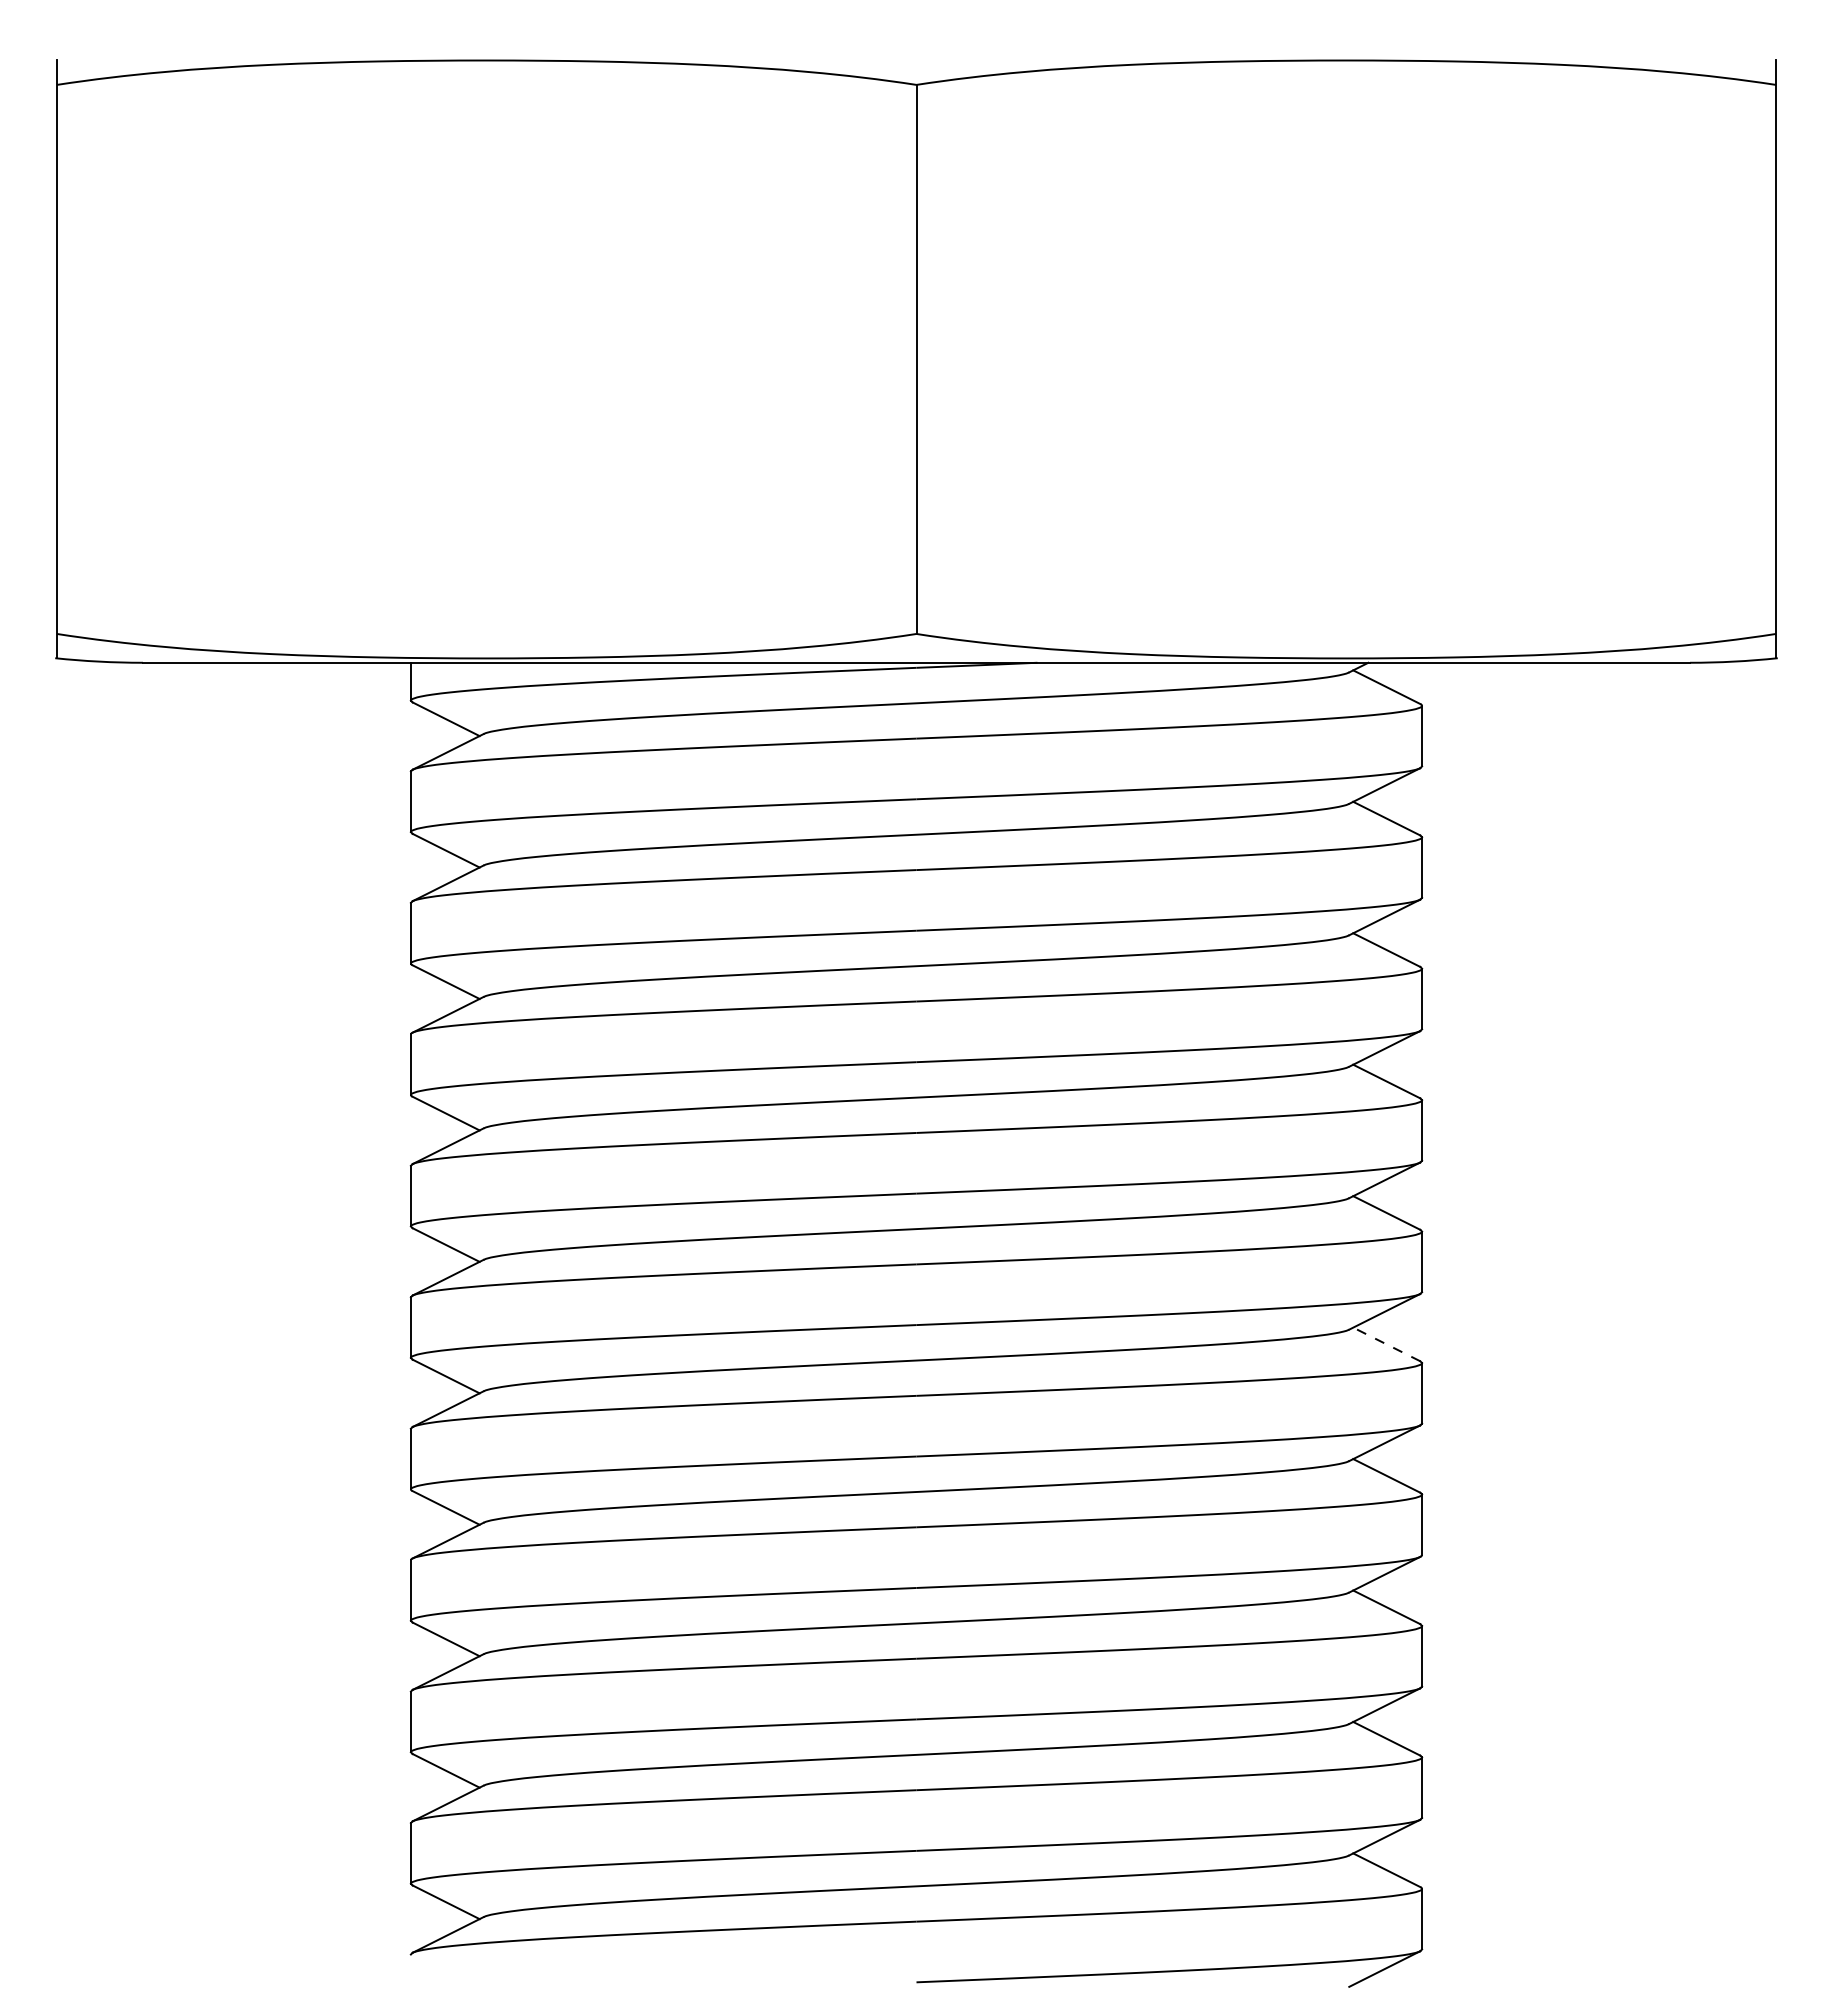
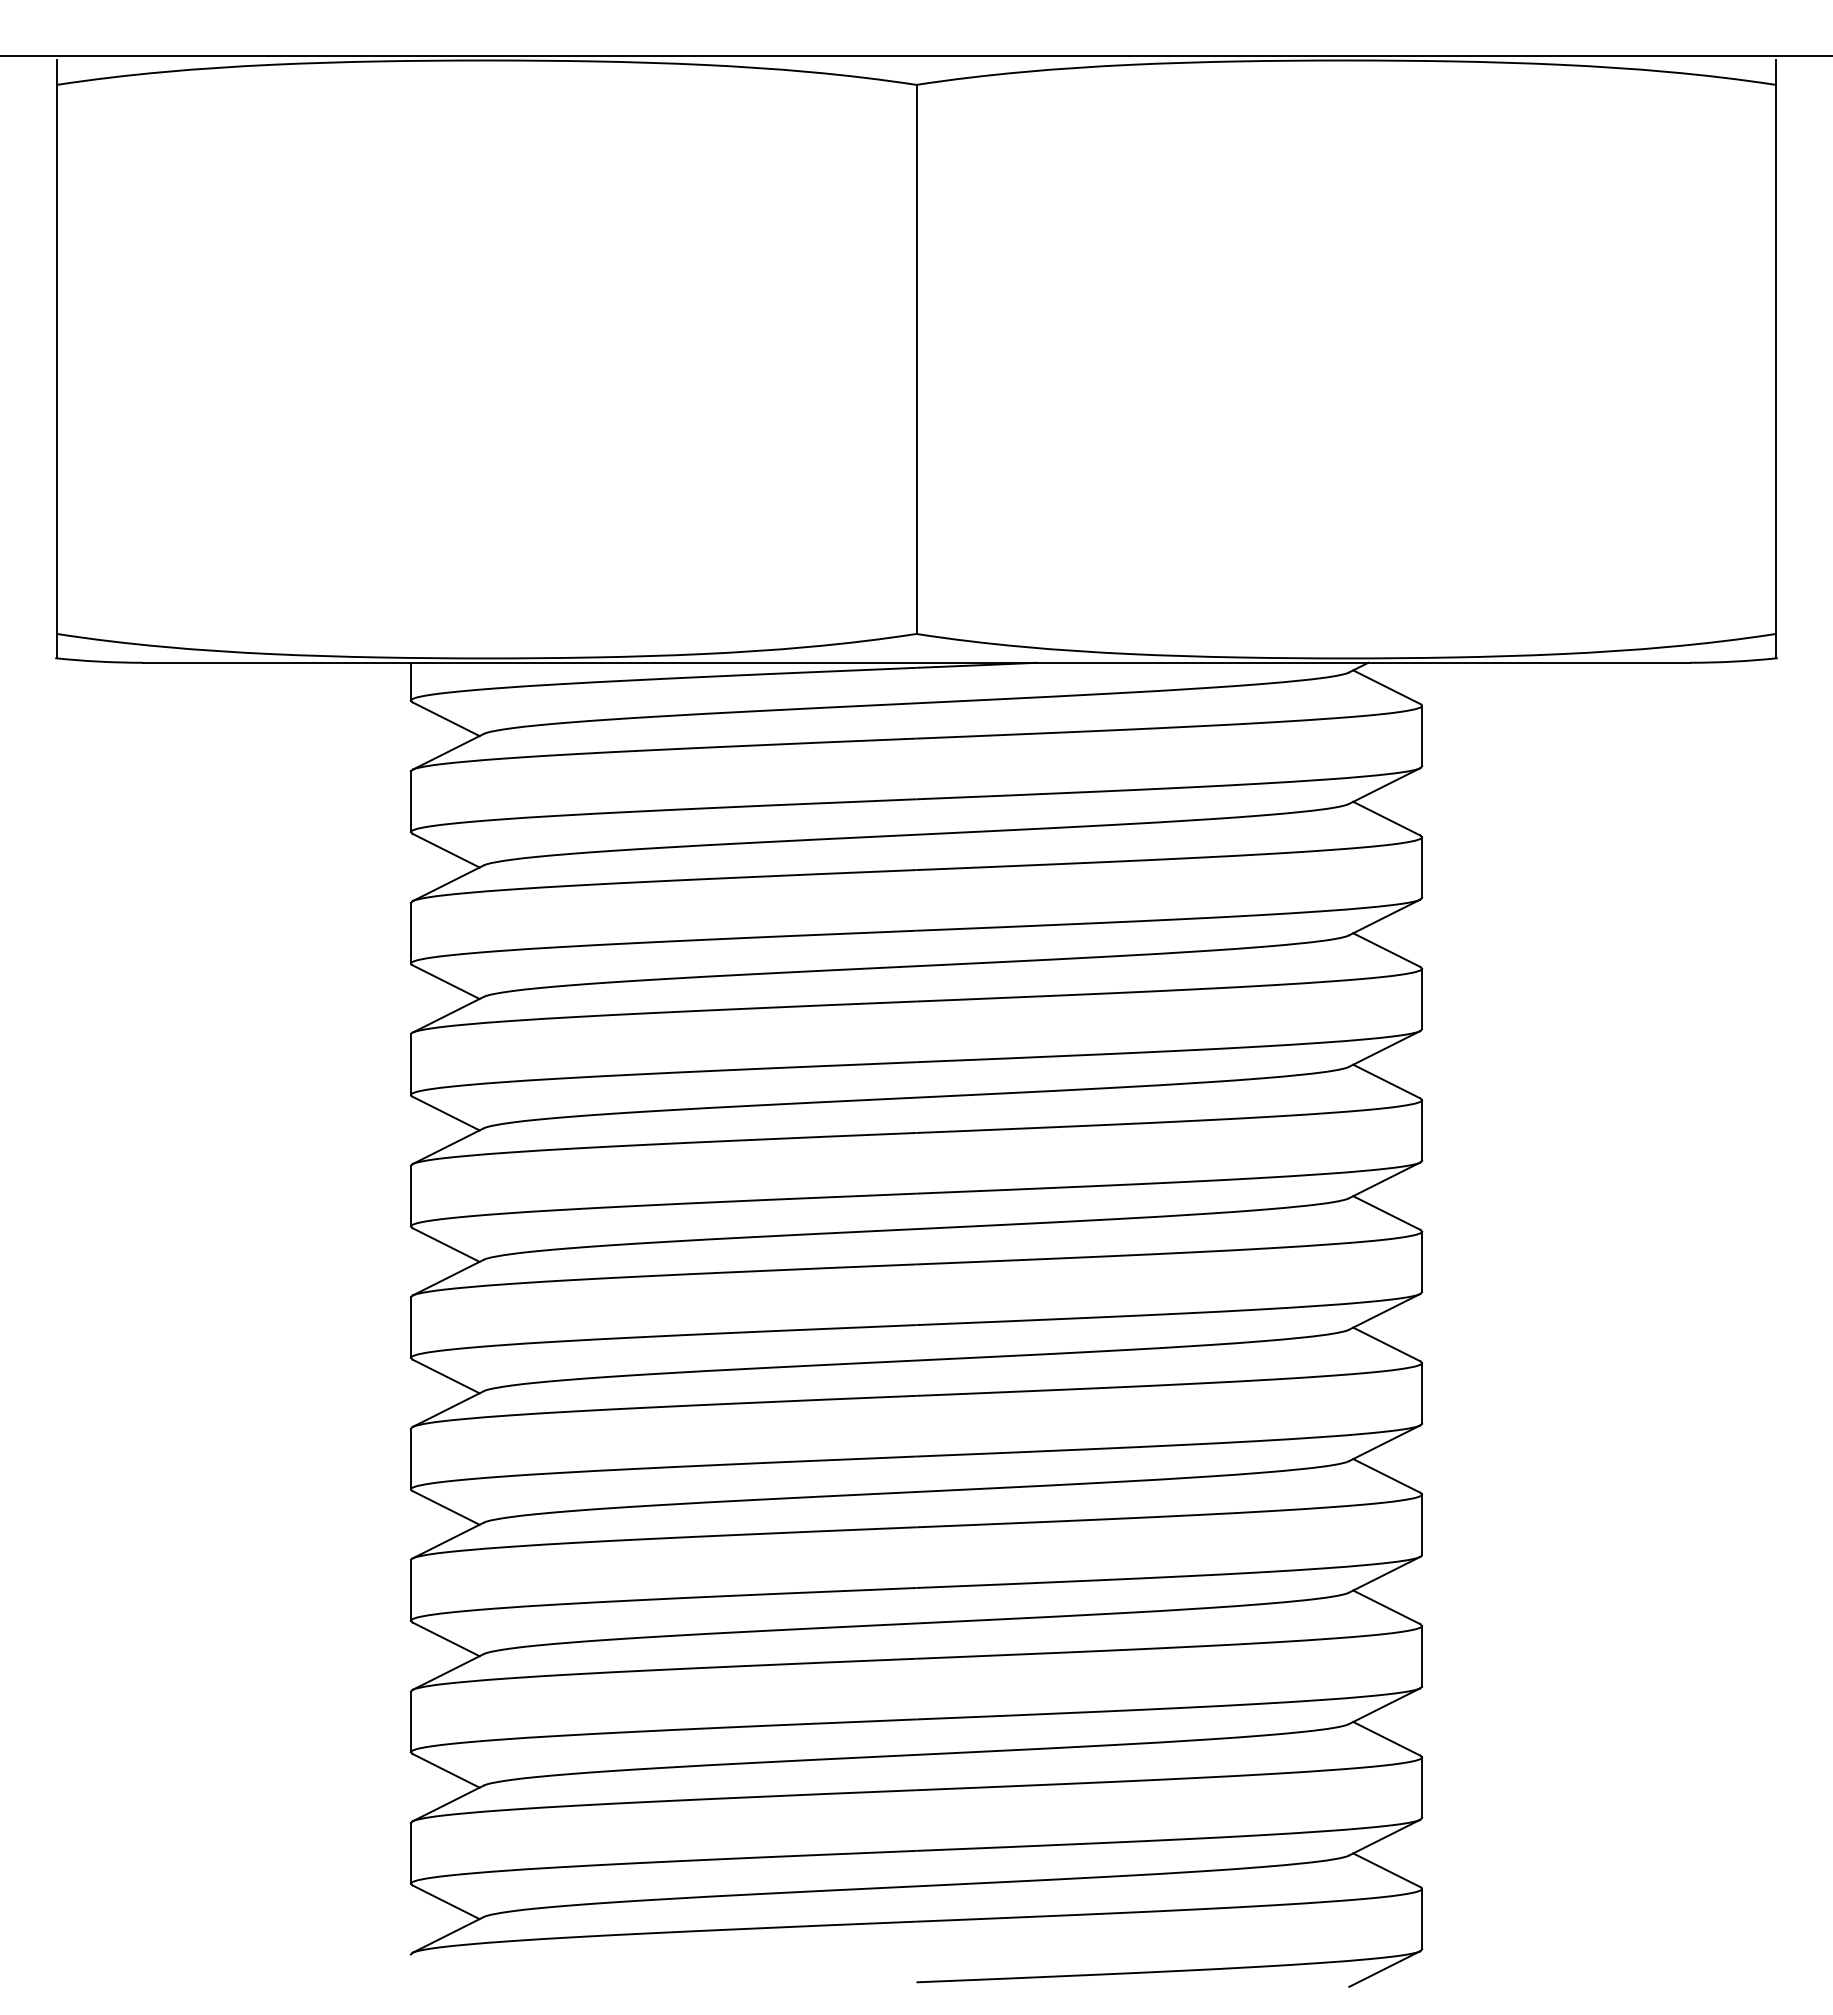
line at (915, 56): none -> present
line at (1386, 1344): dashed -> solid
